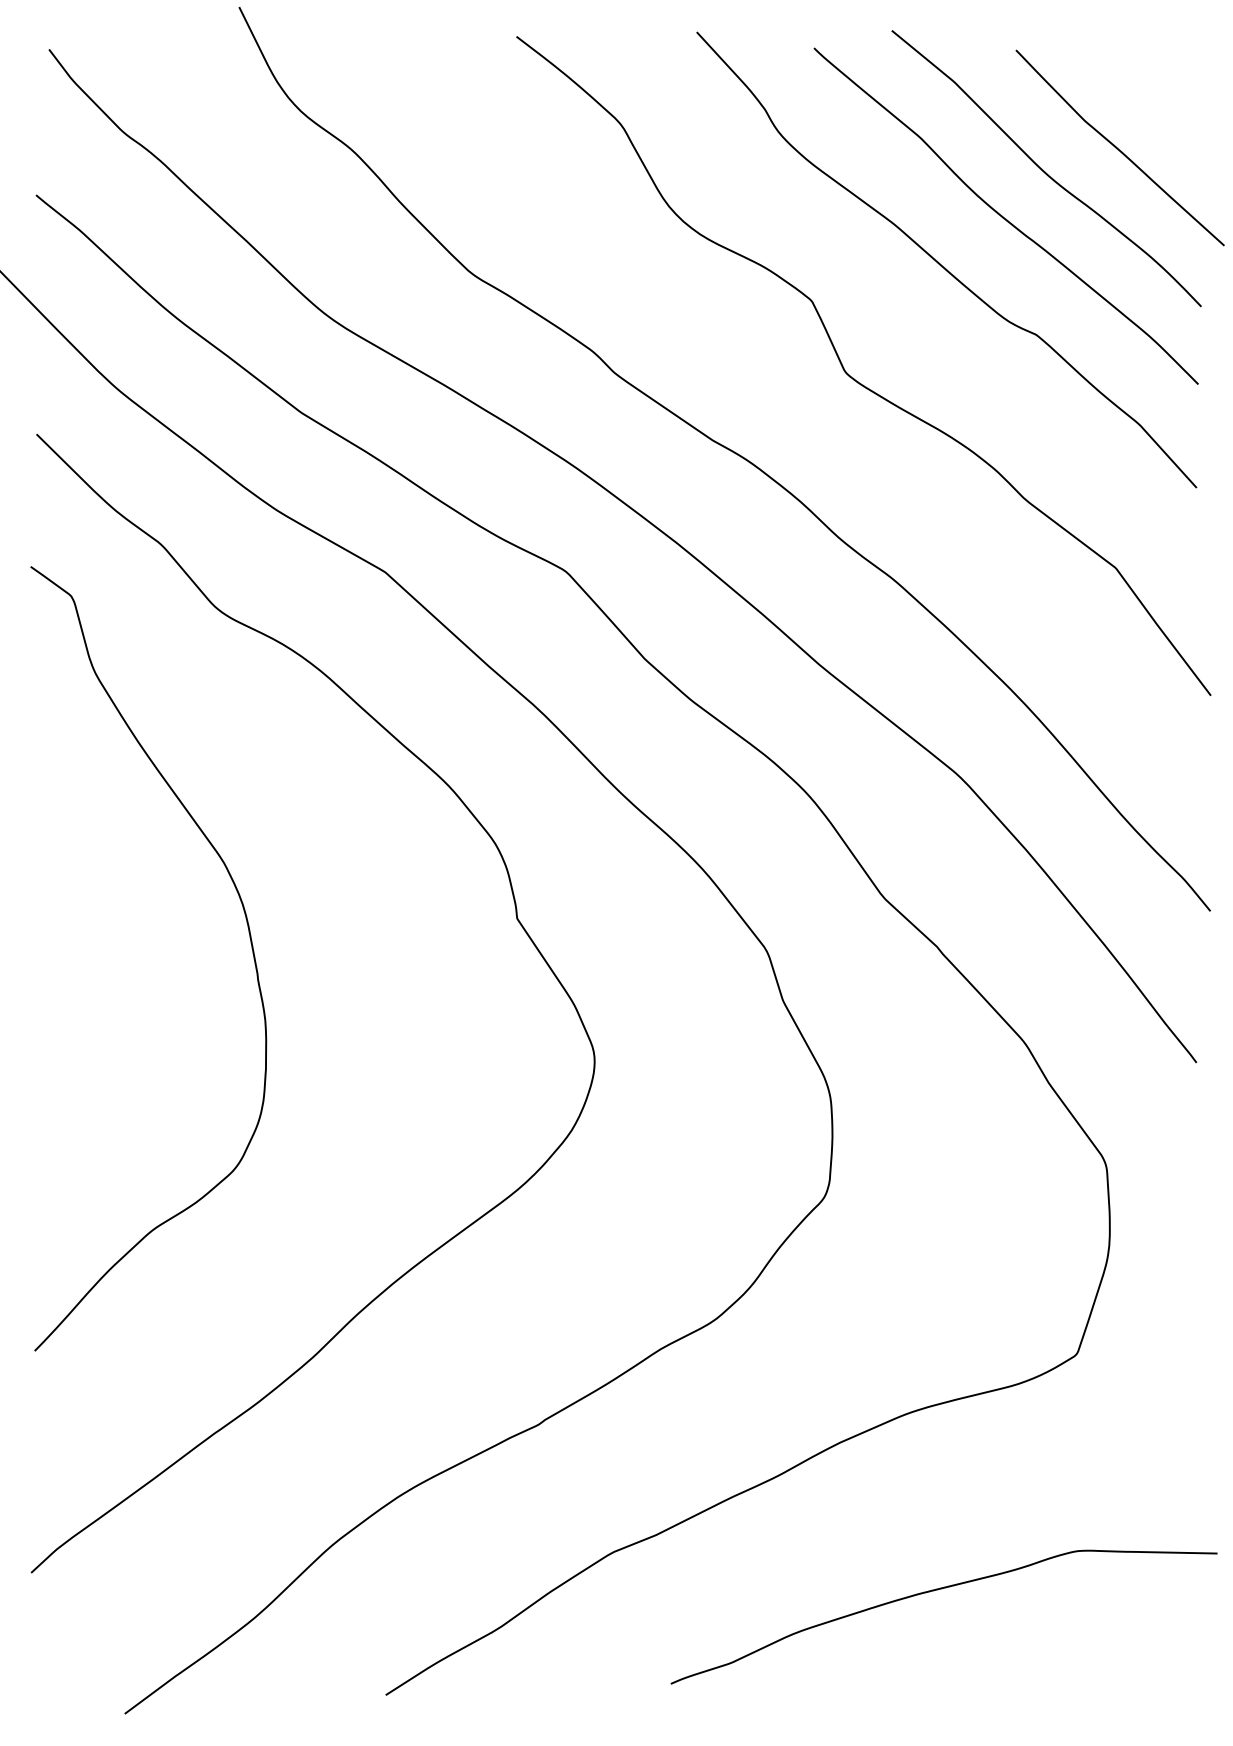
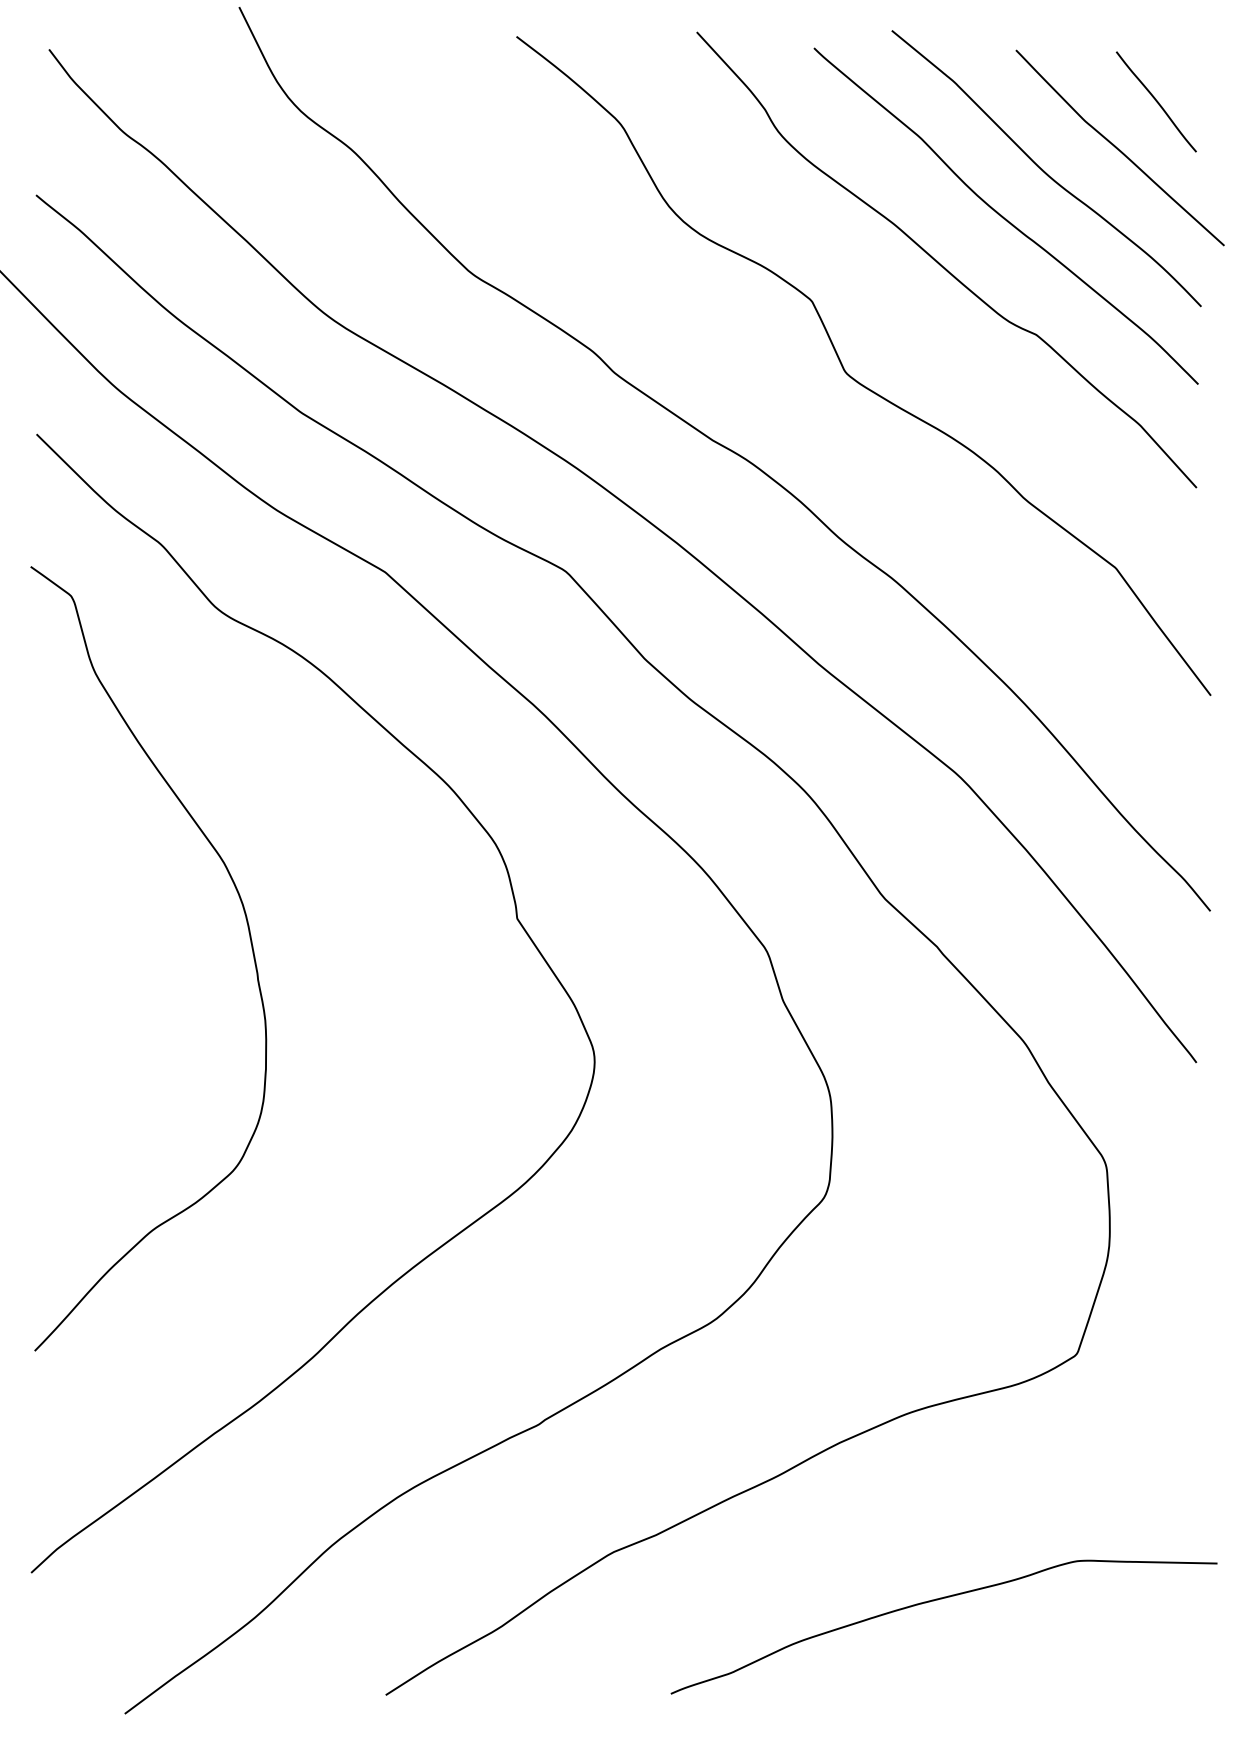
curve at (1155, 101): none -> present
curve at (938, 1590) position: (938, 1590) -> (938, 1600)
